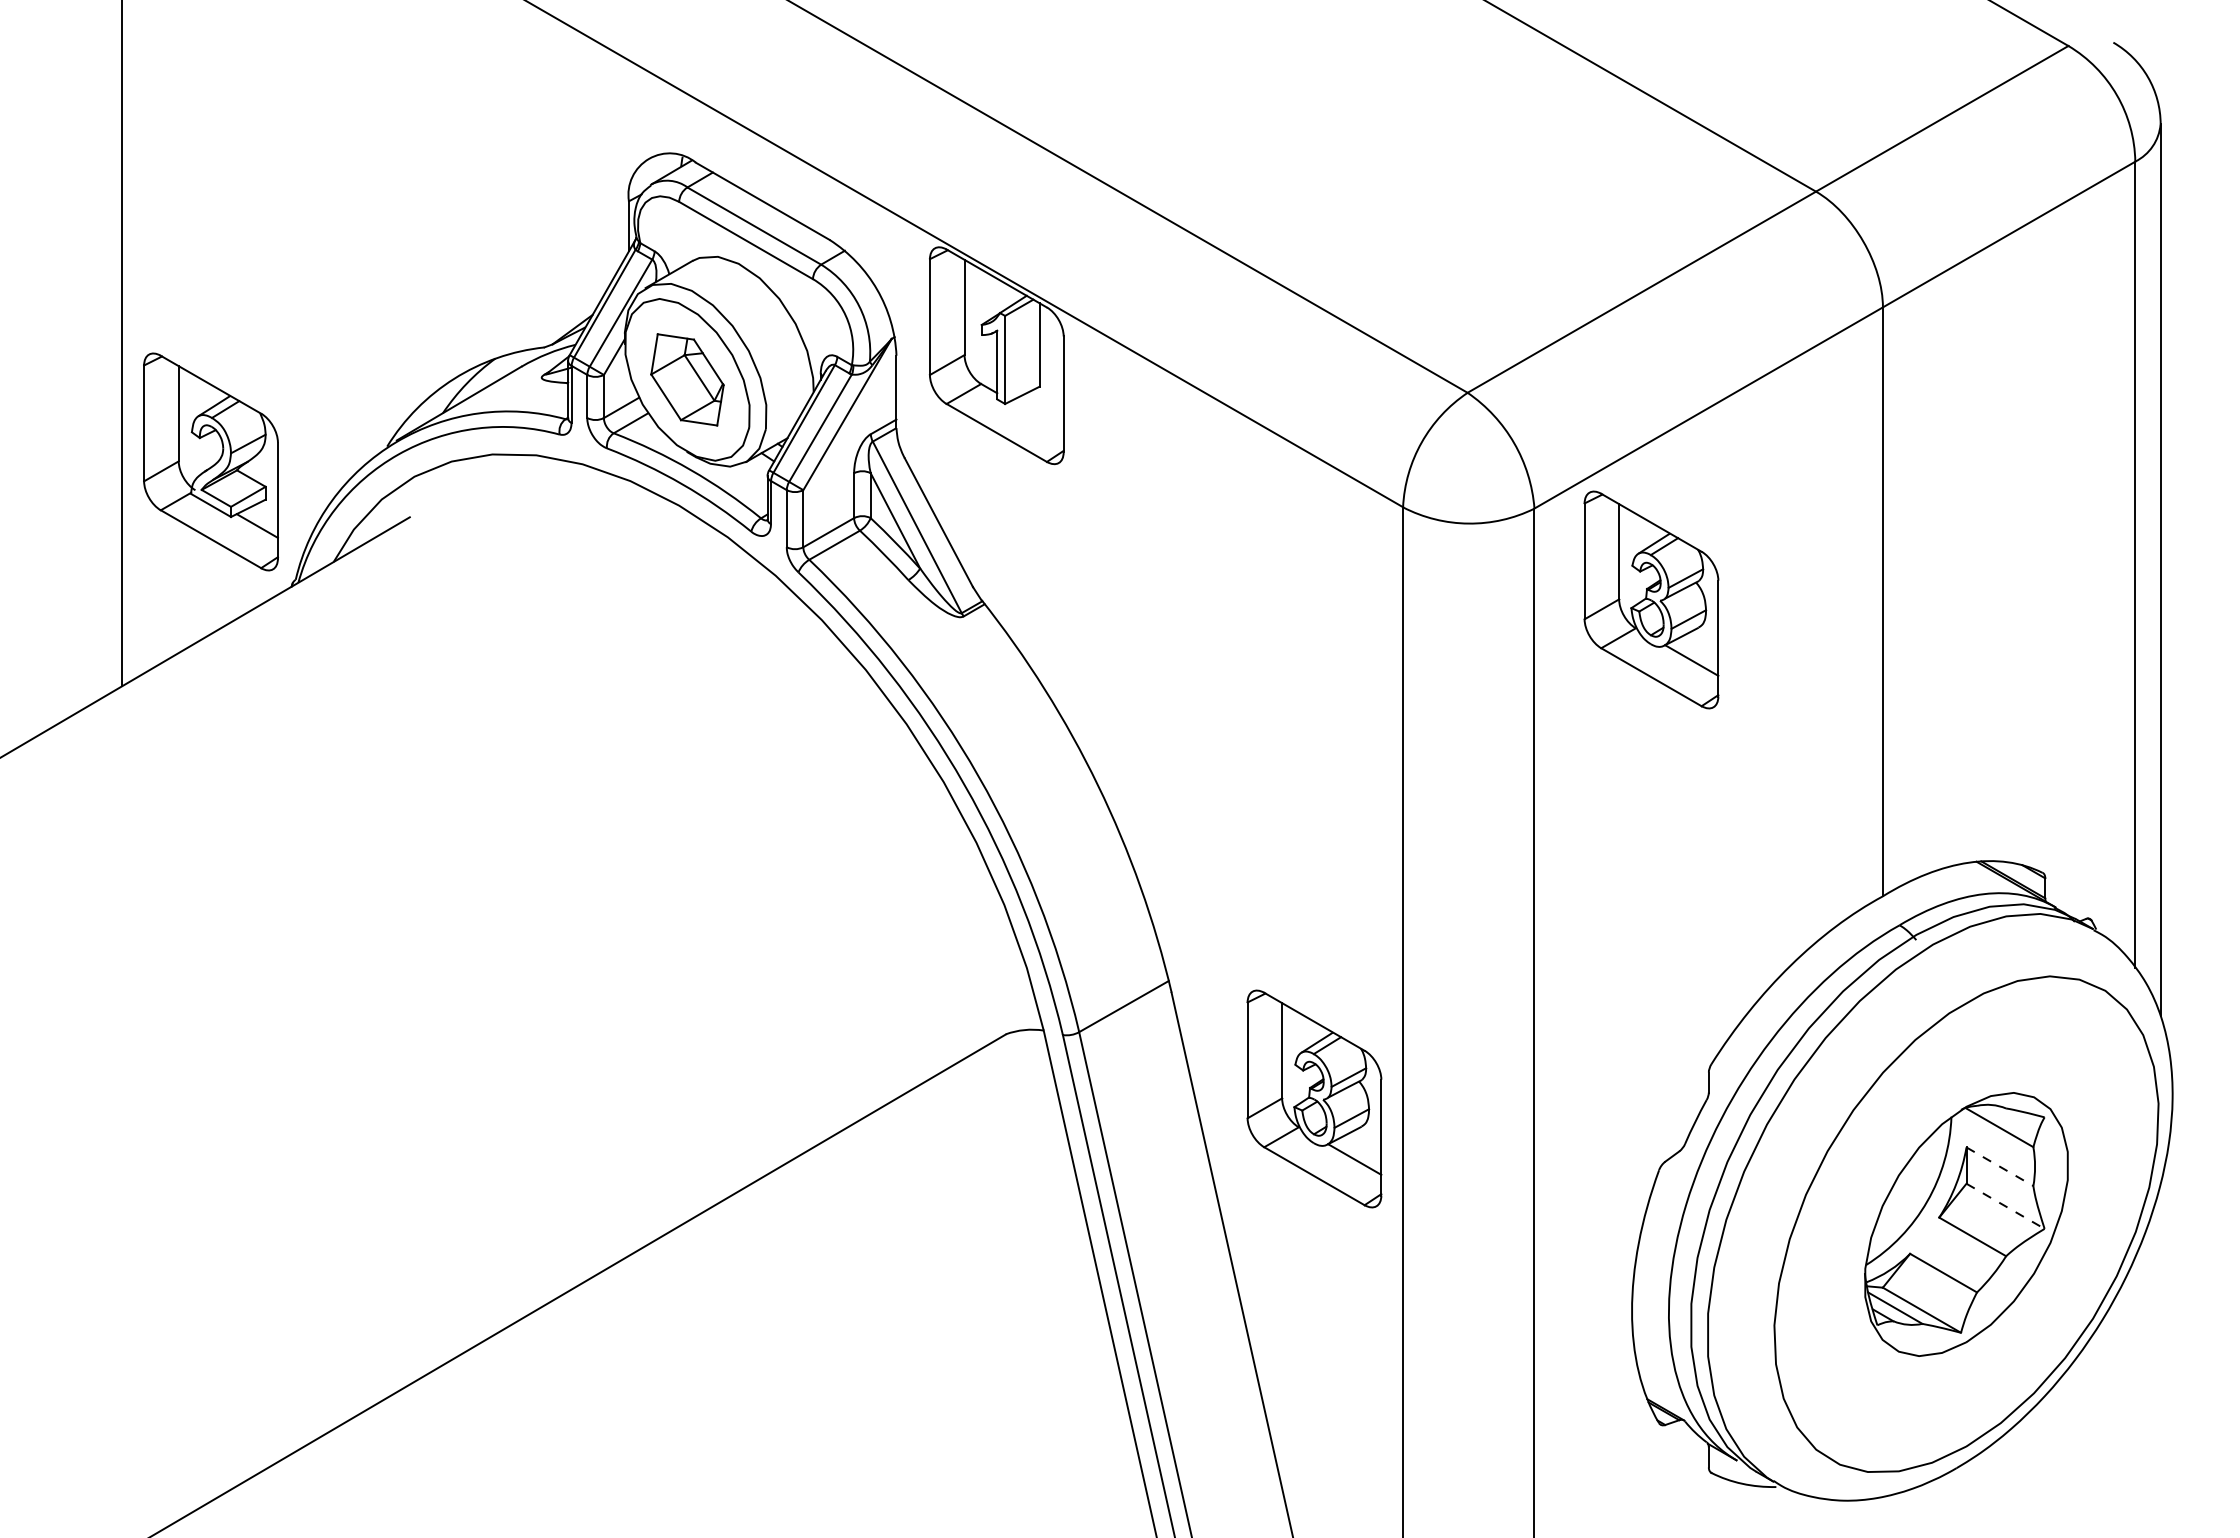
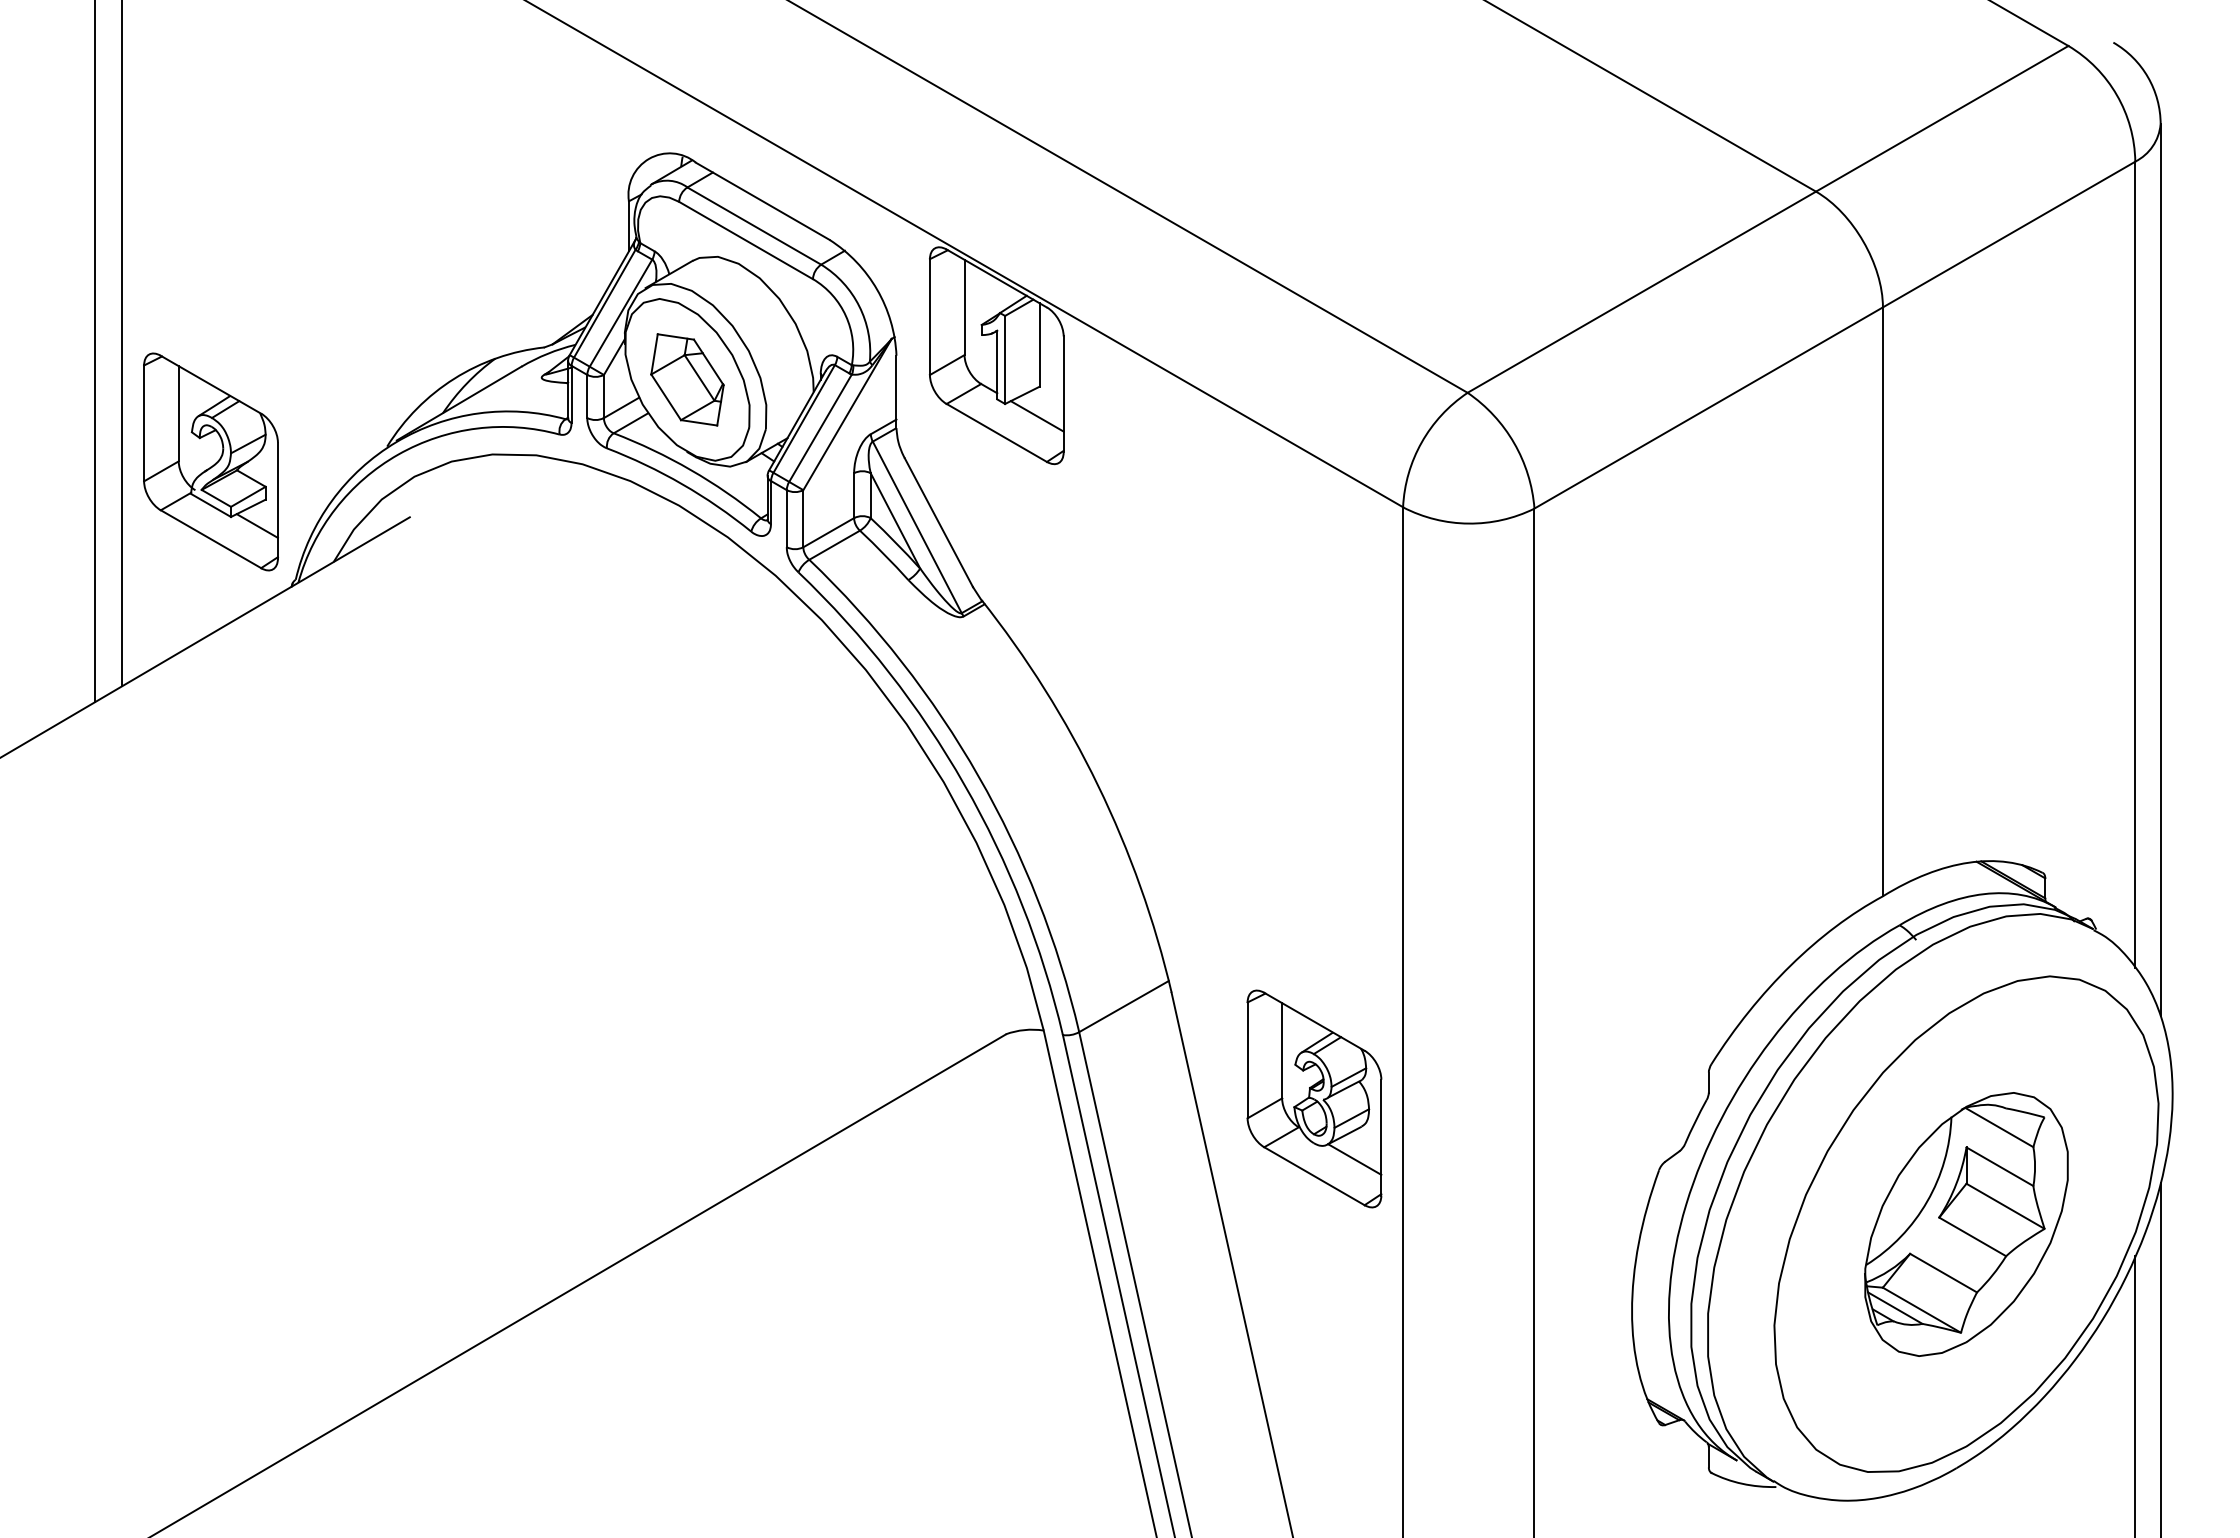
line at (94, 352): none -> present
line at (1036, 416): none -> present
part at (1651, 599): present -> none
line at (1999, 1166): dashed -> solid
line at (2005, 1206): dashed -> solid
line at (2160, 1358): none -> present
line at (2135, 1395): none -> present
